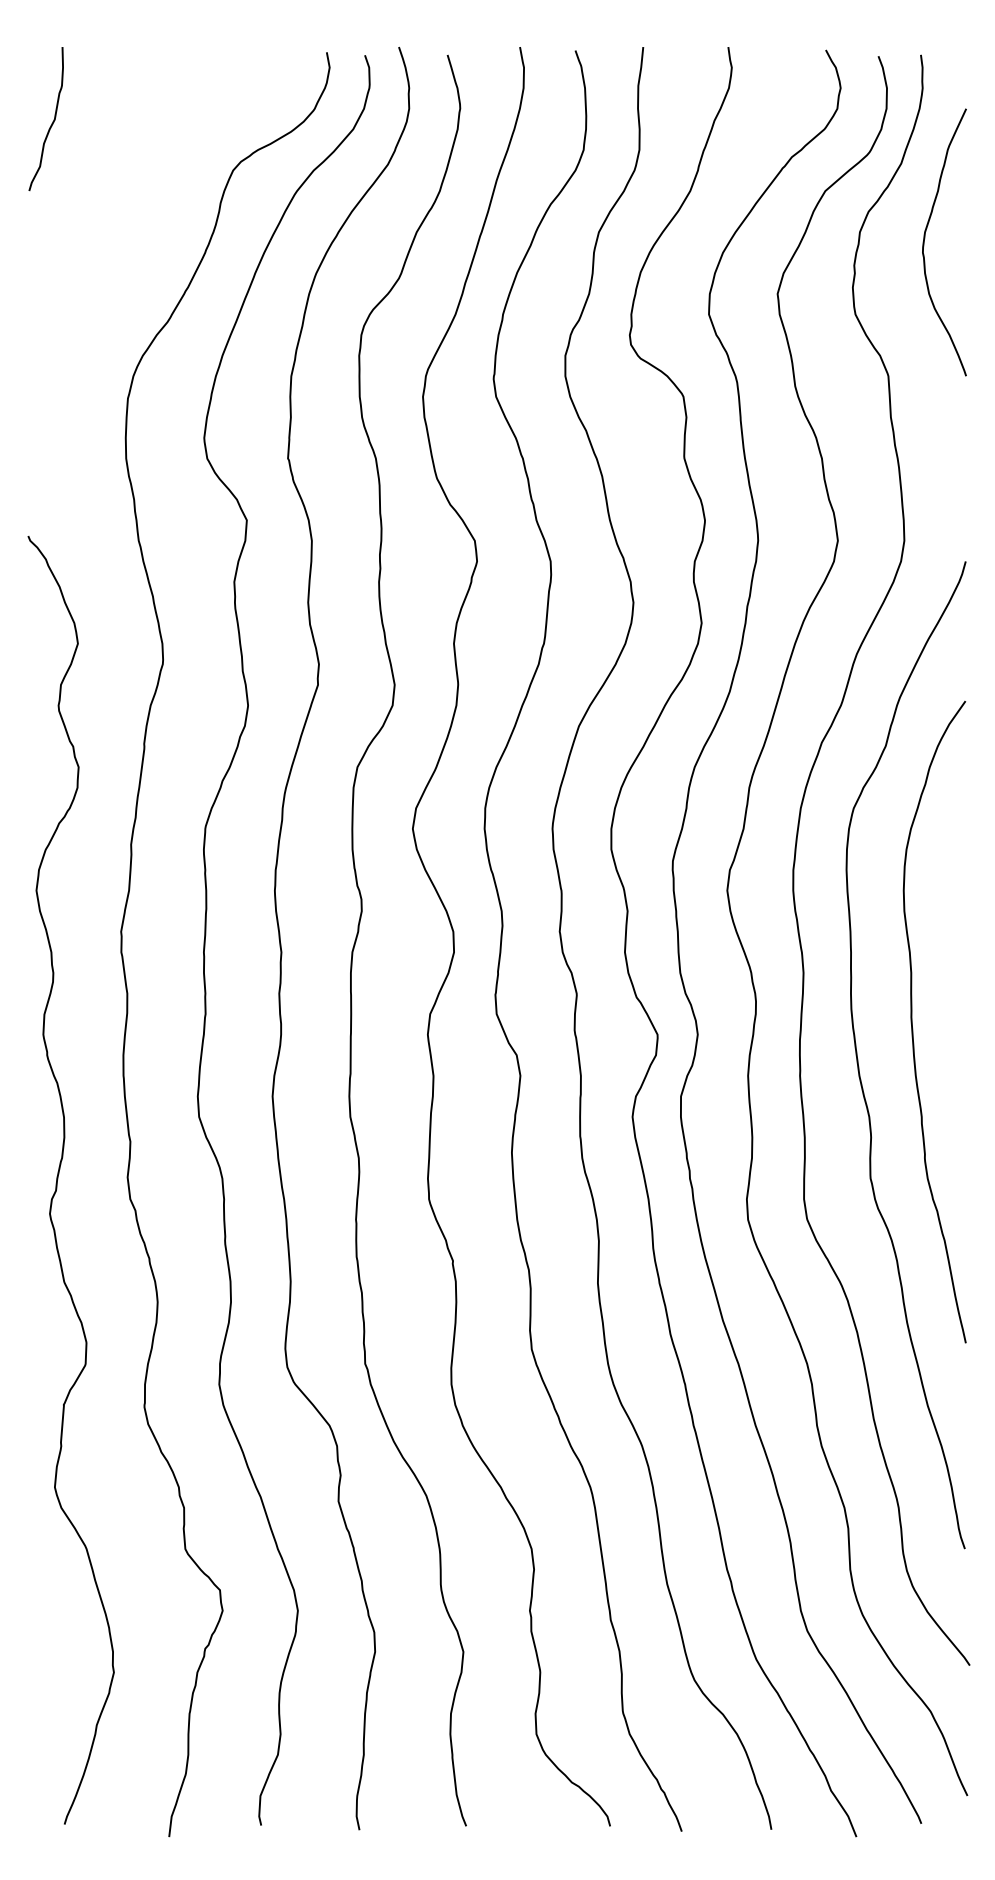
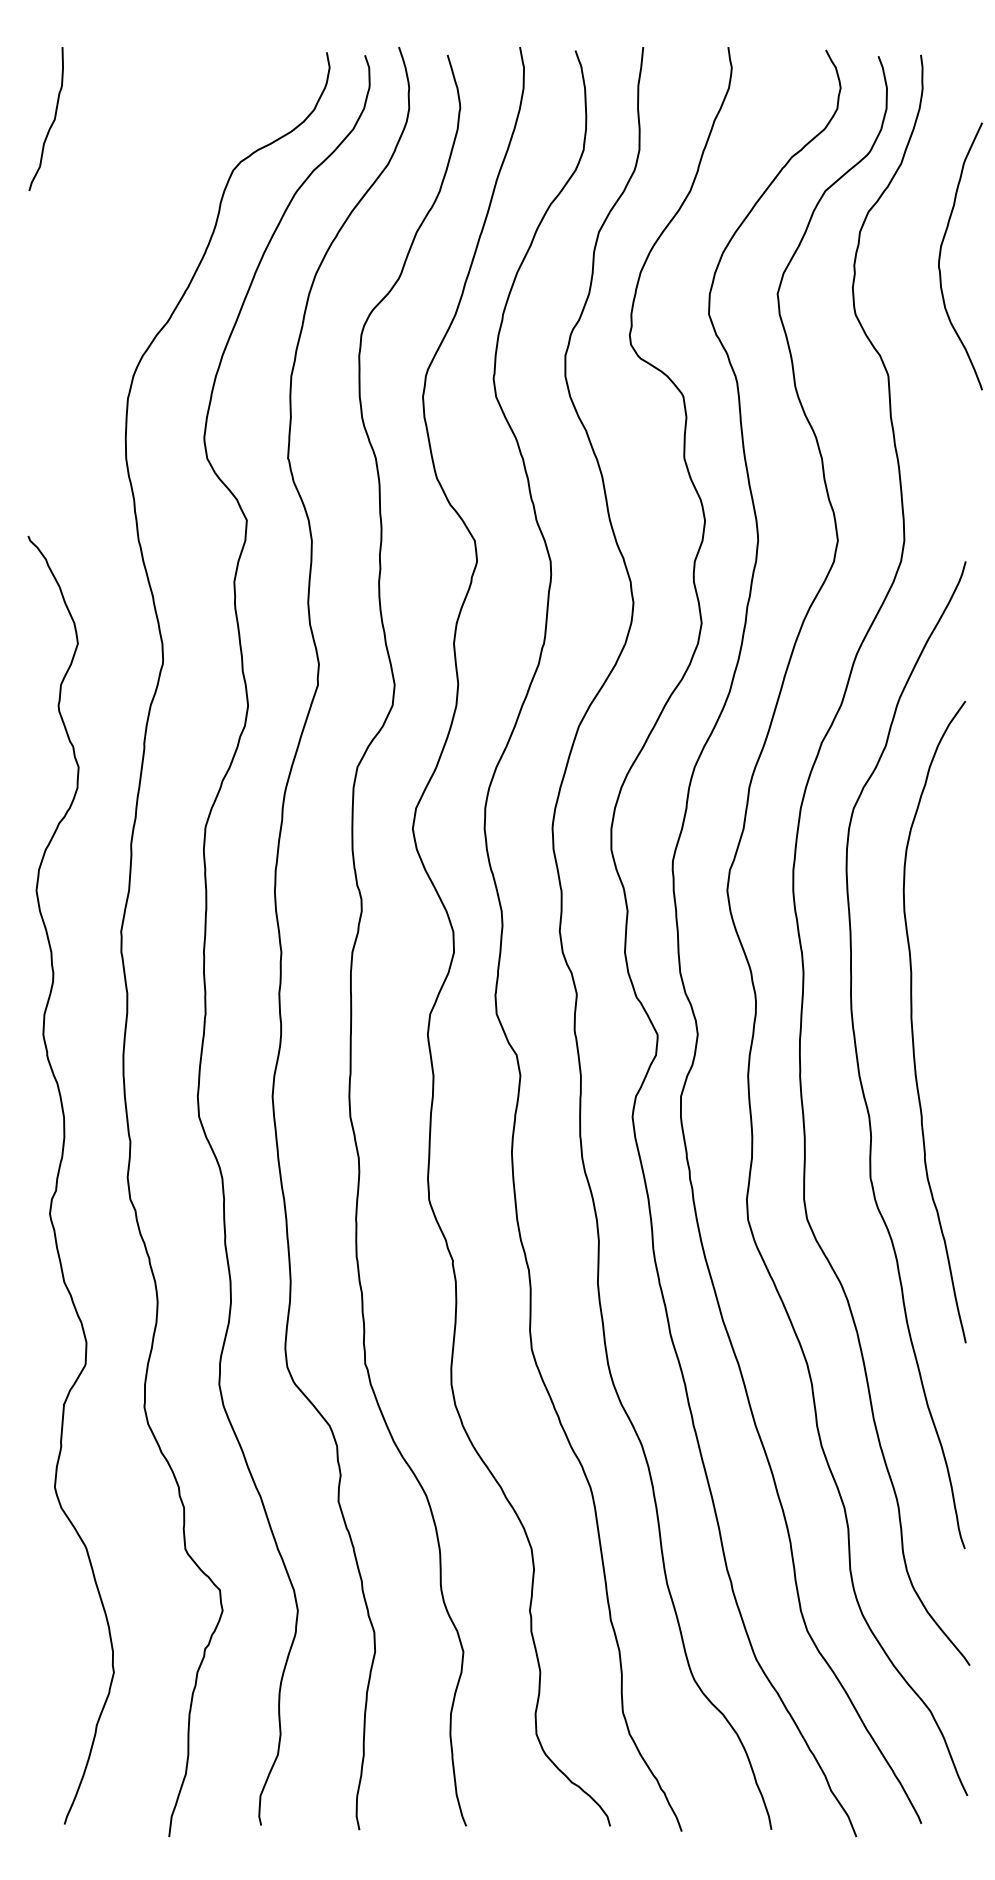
curve at (925, 238) position: (925, 238) -> (941, 252)
